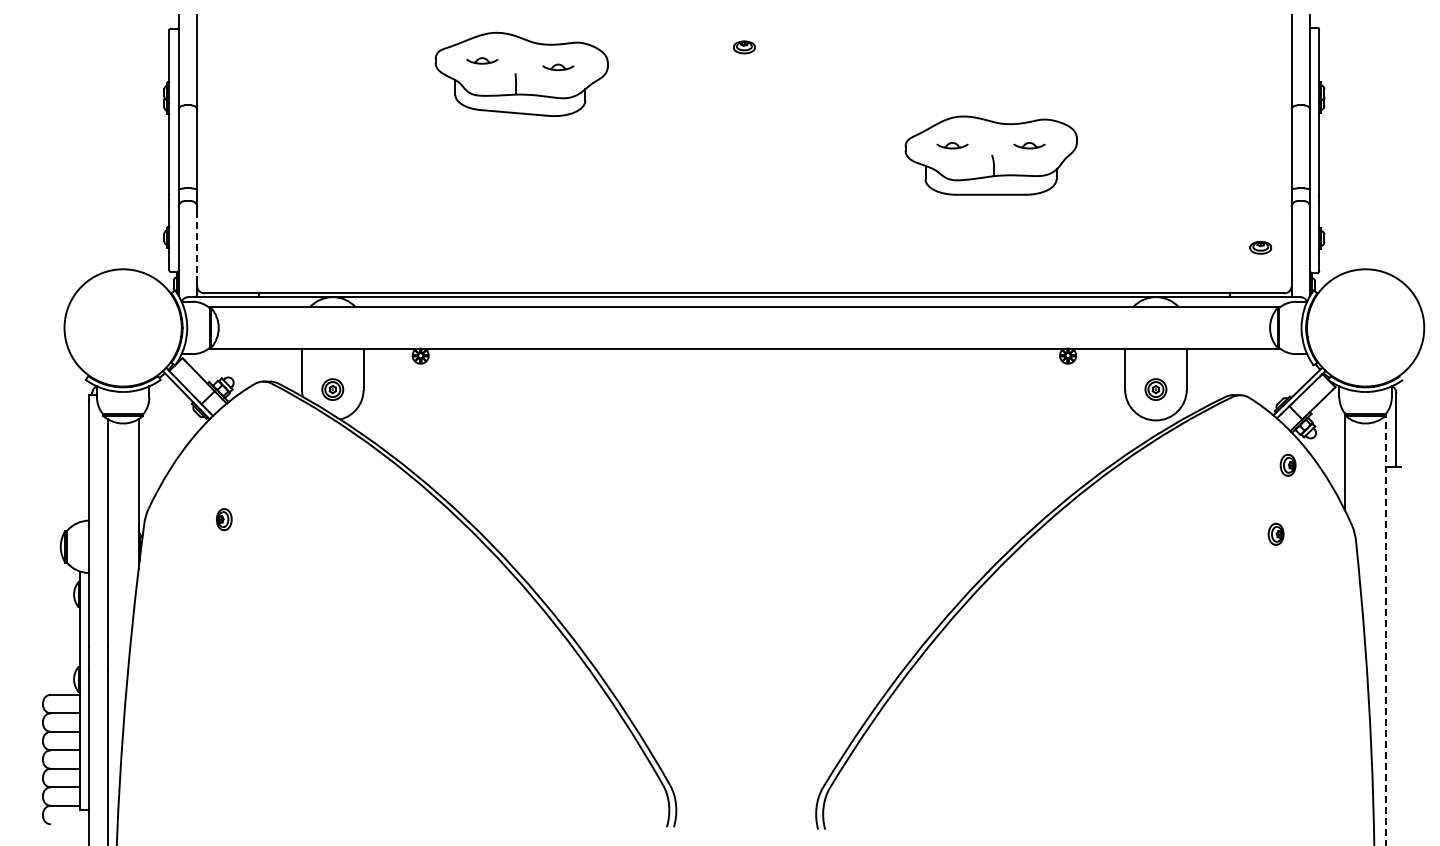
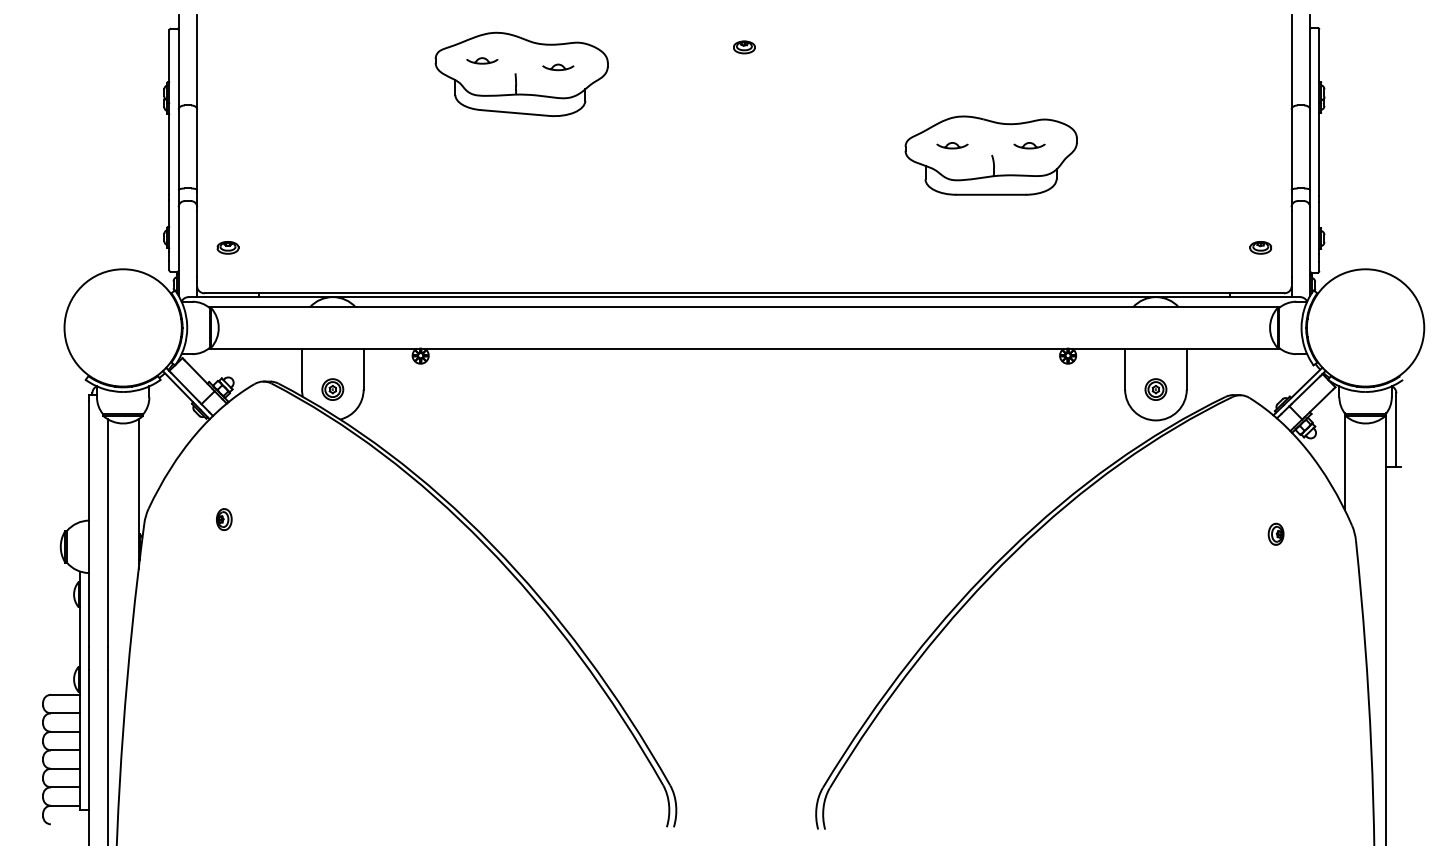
line at (197, 243): dashed -> solid
part at (227, 247): none -> present
part at (1287, 464): present -> none
line at (1386, 629): dashed -> solid
